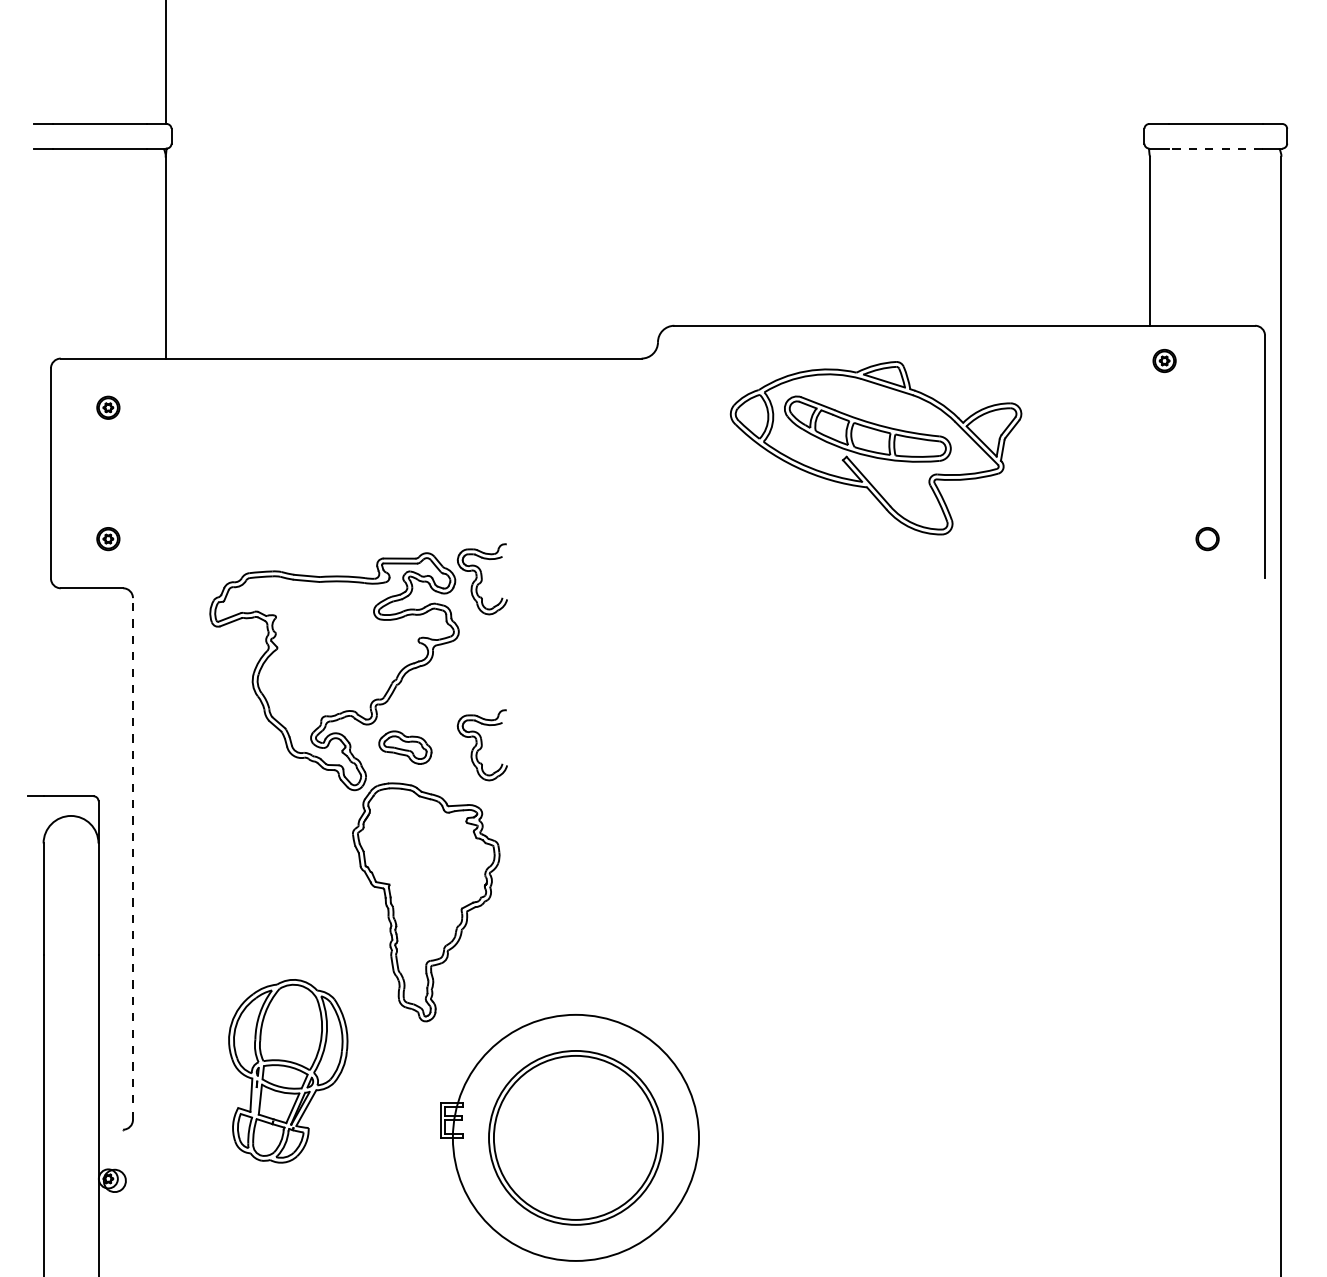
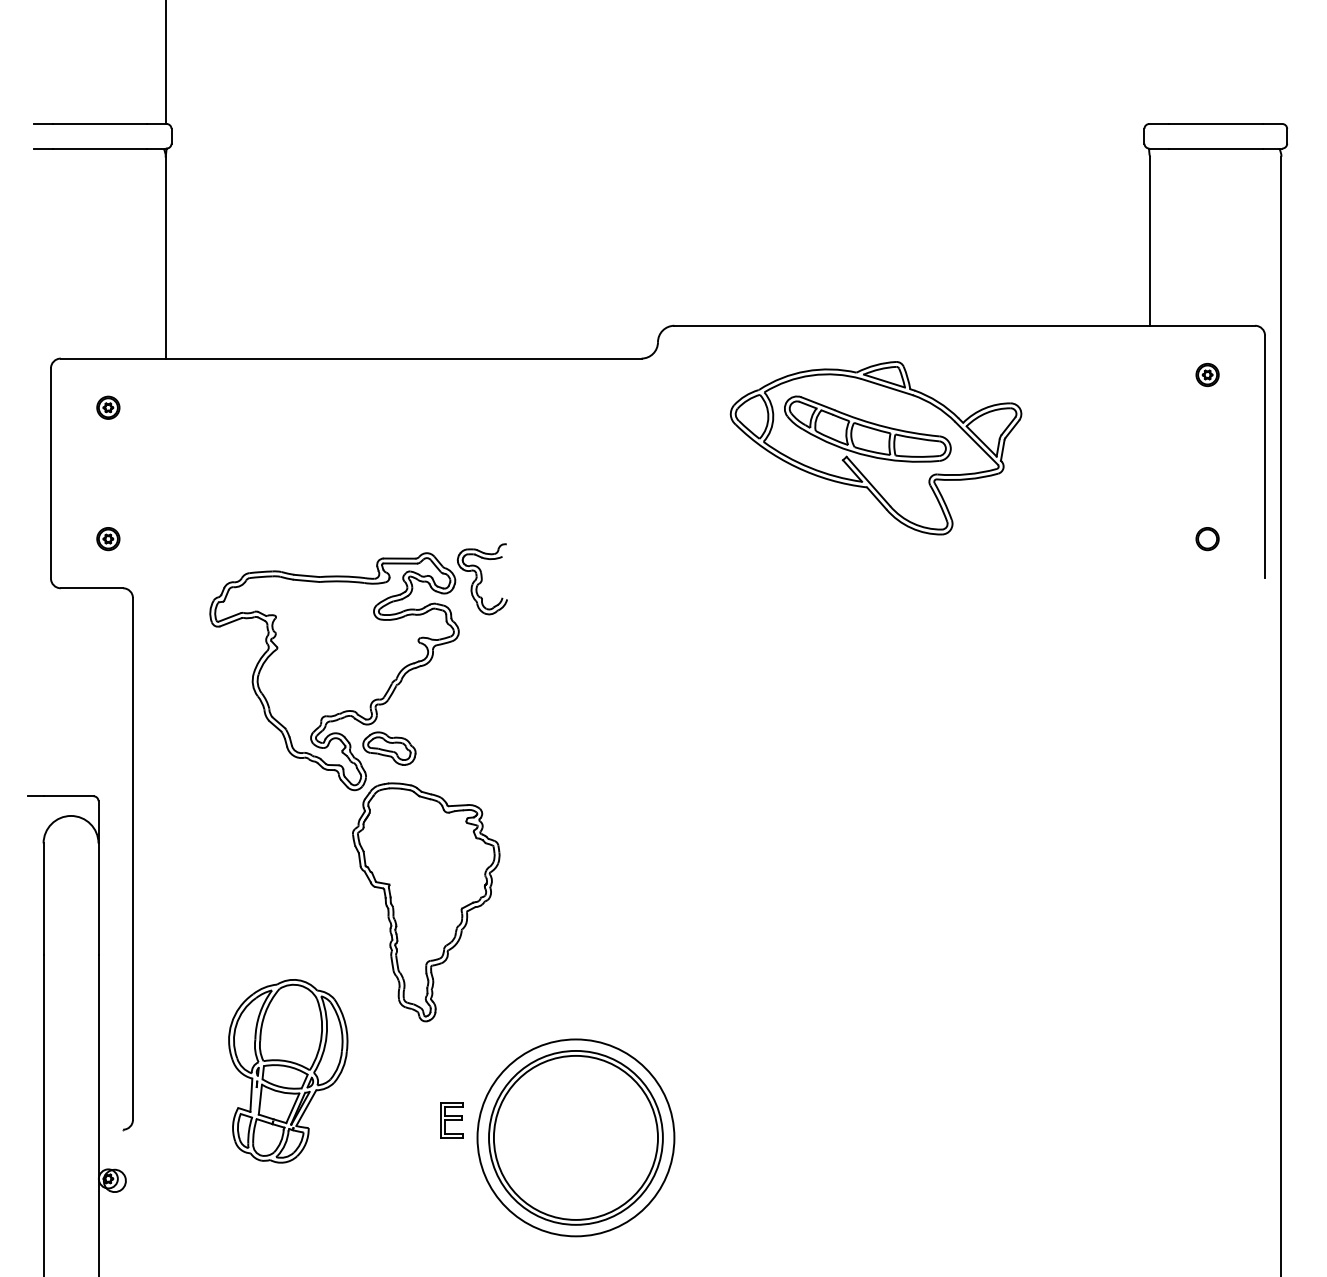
line at (1215, 148): dashed -> solid
part at (1164, 360) position: (1164, 360) -> (1207, 374)
part at (481, 745): present -> none
part at (405, 747) position: (405, 747) -> (389, 748)
line at (132, 858): dashed -> solid
circle at (575, 1137) diameter: 246 px -> 197 px
